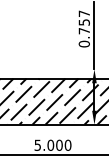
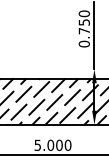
text at (83, 13): 0.757 -> 0.750
